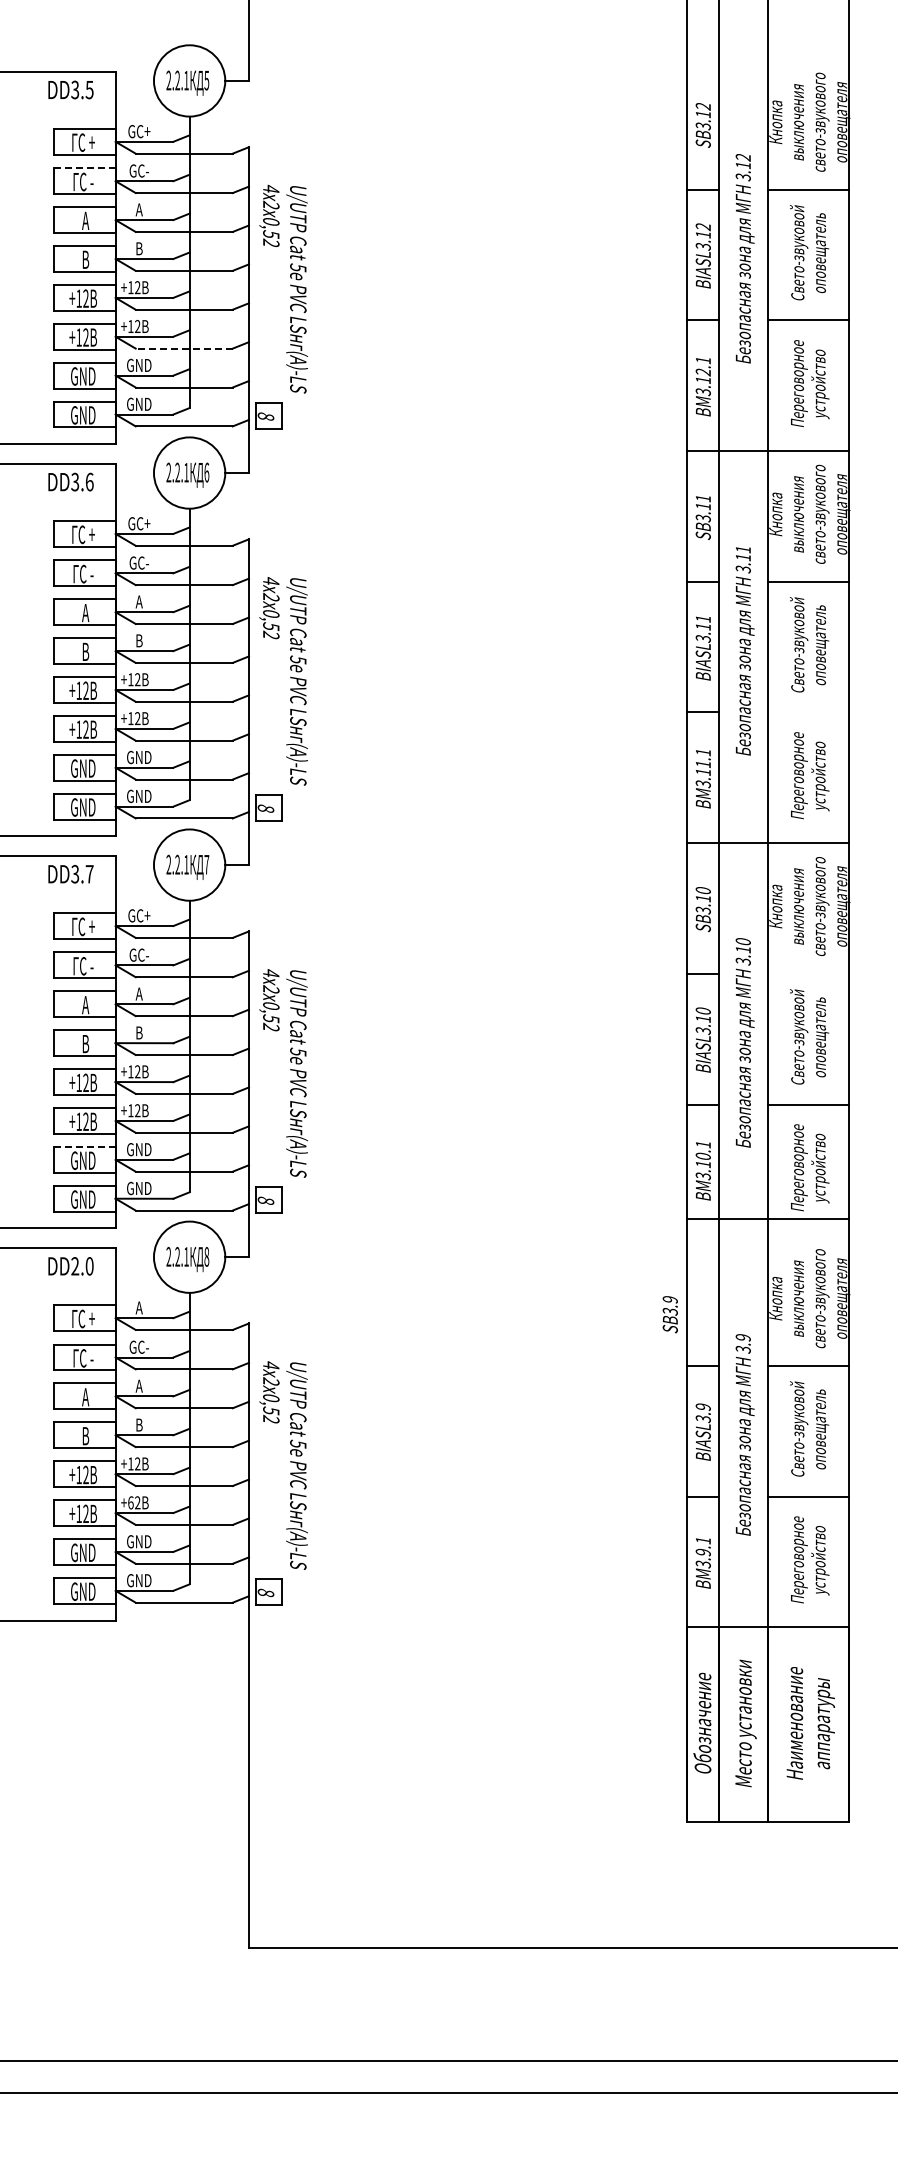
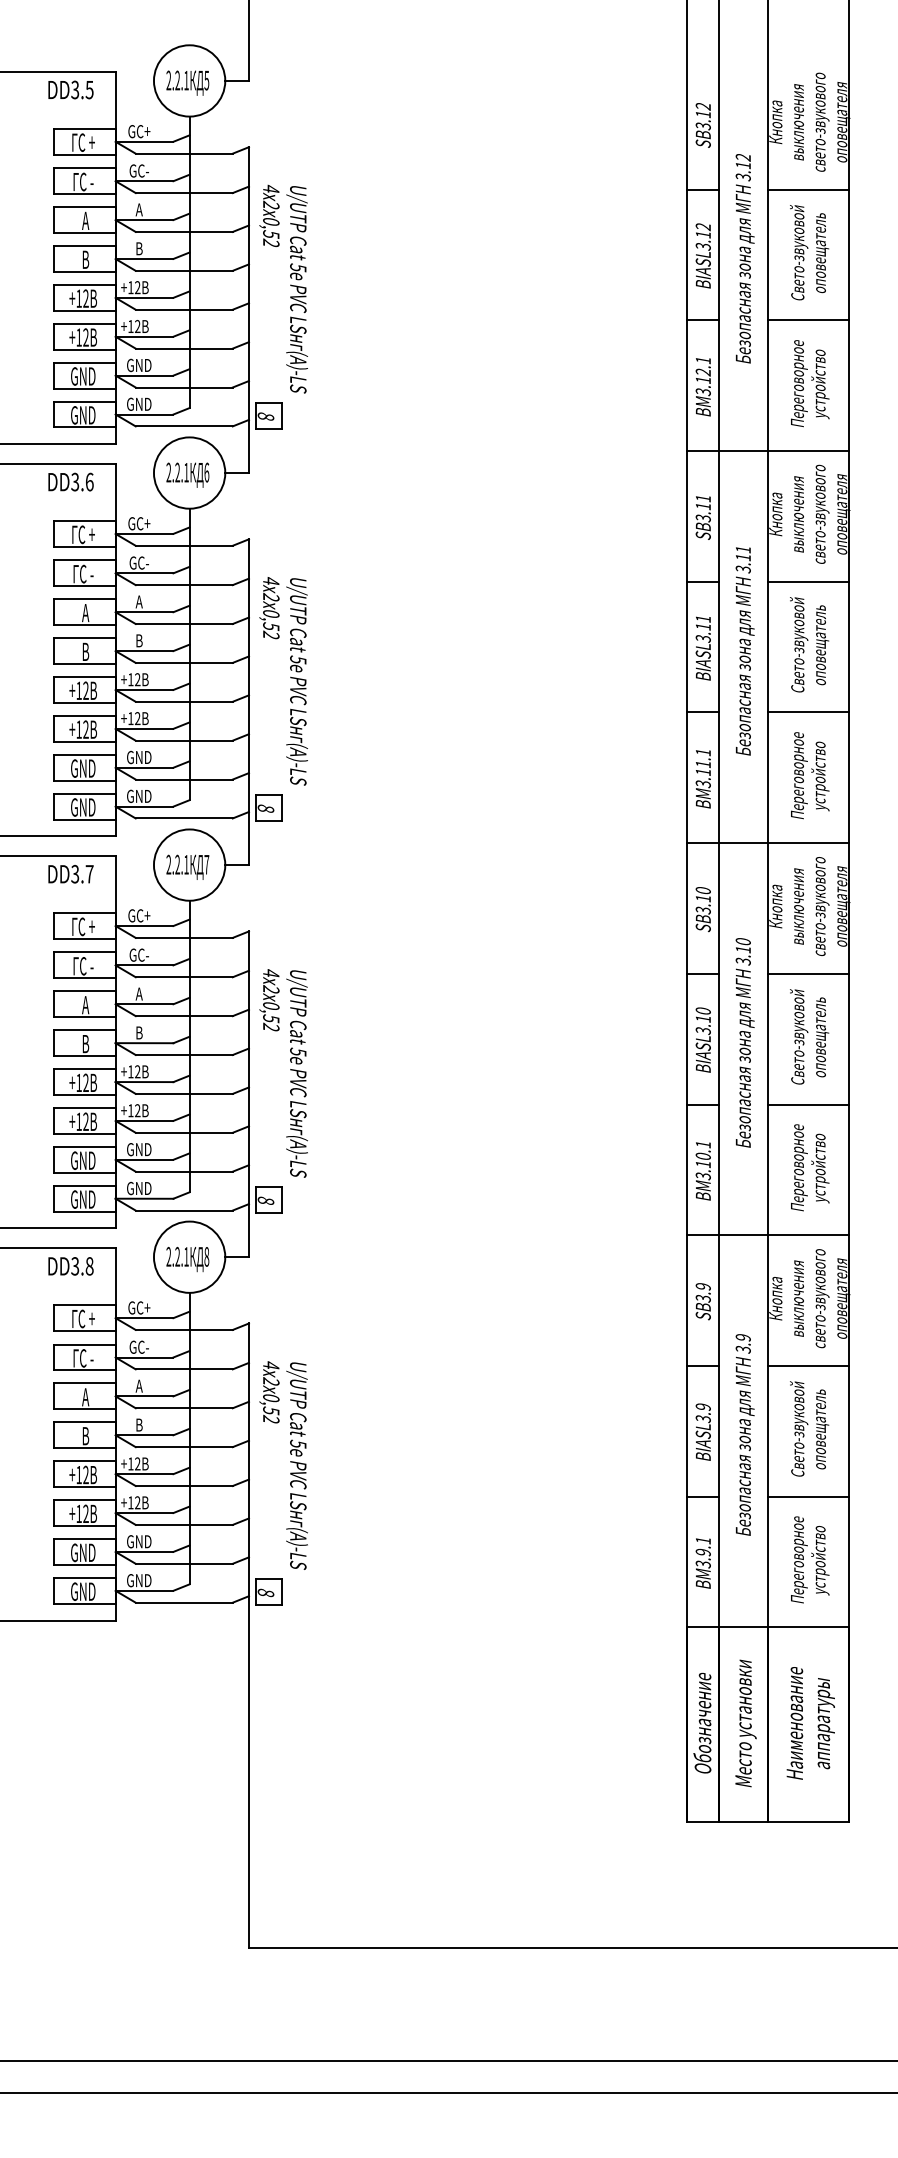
line at (84, 168): dashed -> solid
line at (184, 348): dashed -> solid
line at (807, 712): none -> present
line at (807, 973): none -> present
line at (84, 1146): dashed -> solid
line at (767, 1219) position: (767, 1219) -> (767, 1235)
text at (82, 1266): DD2.0 -> DD3.8
text at (139, 1307): A -> GС+
text at (669, 1314) position: (669, 1314) -> (702, 1301)
text at (130, 1502): +62B -> +12B
